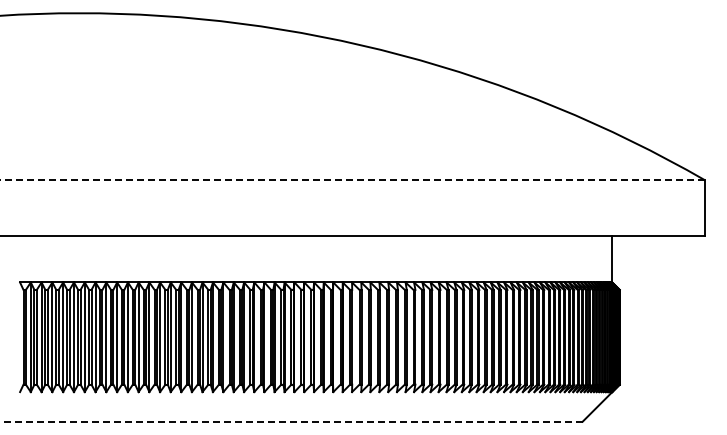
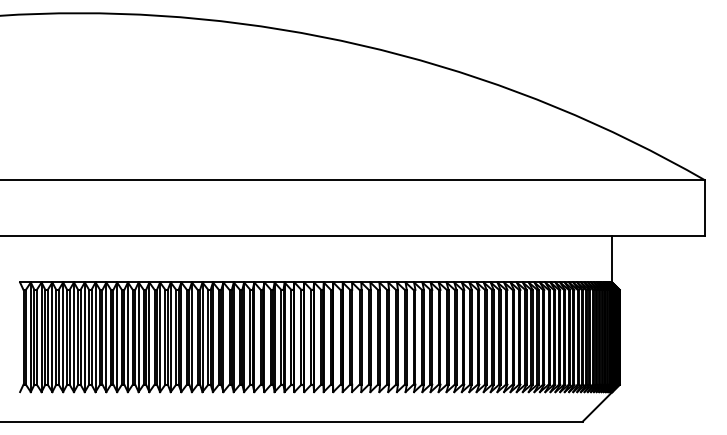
line at (352, 180): dashed -> solid
line at (291, 421): dashed -> solid
